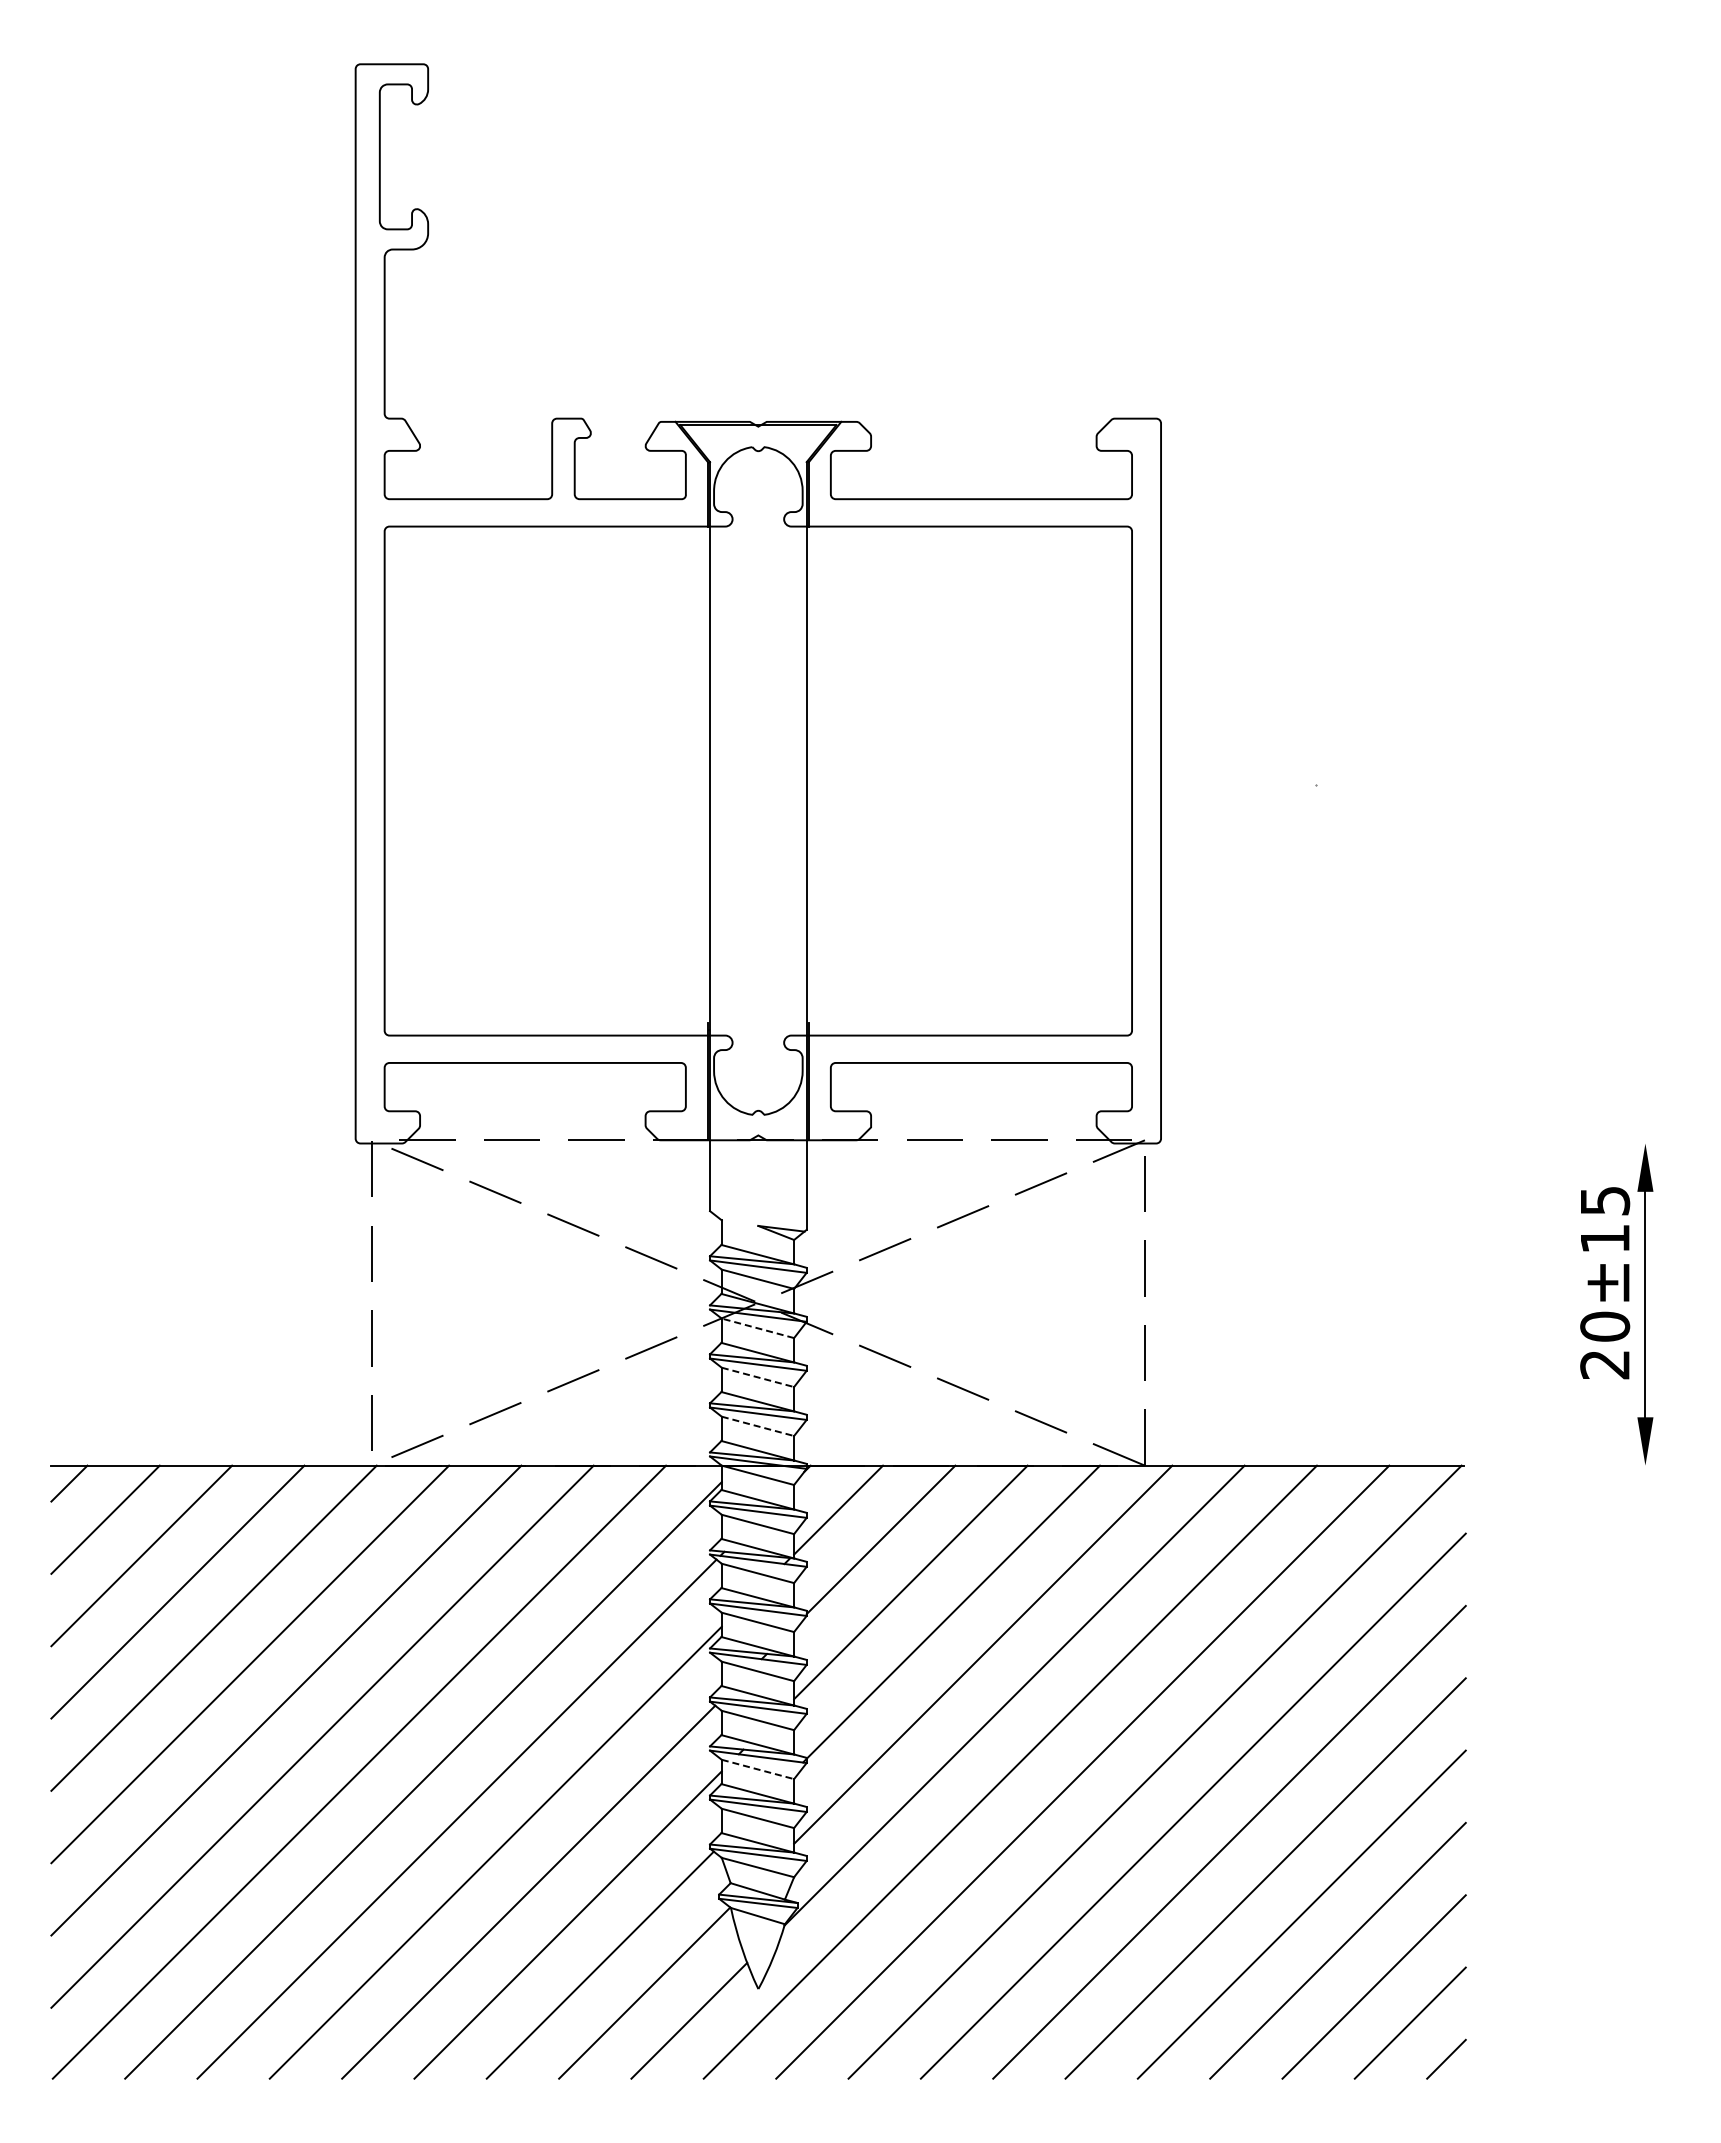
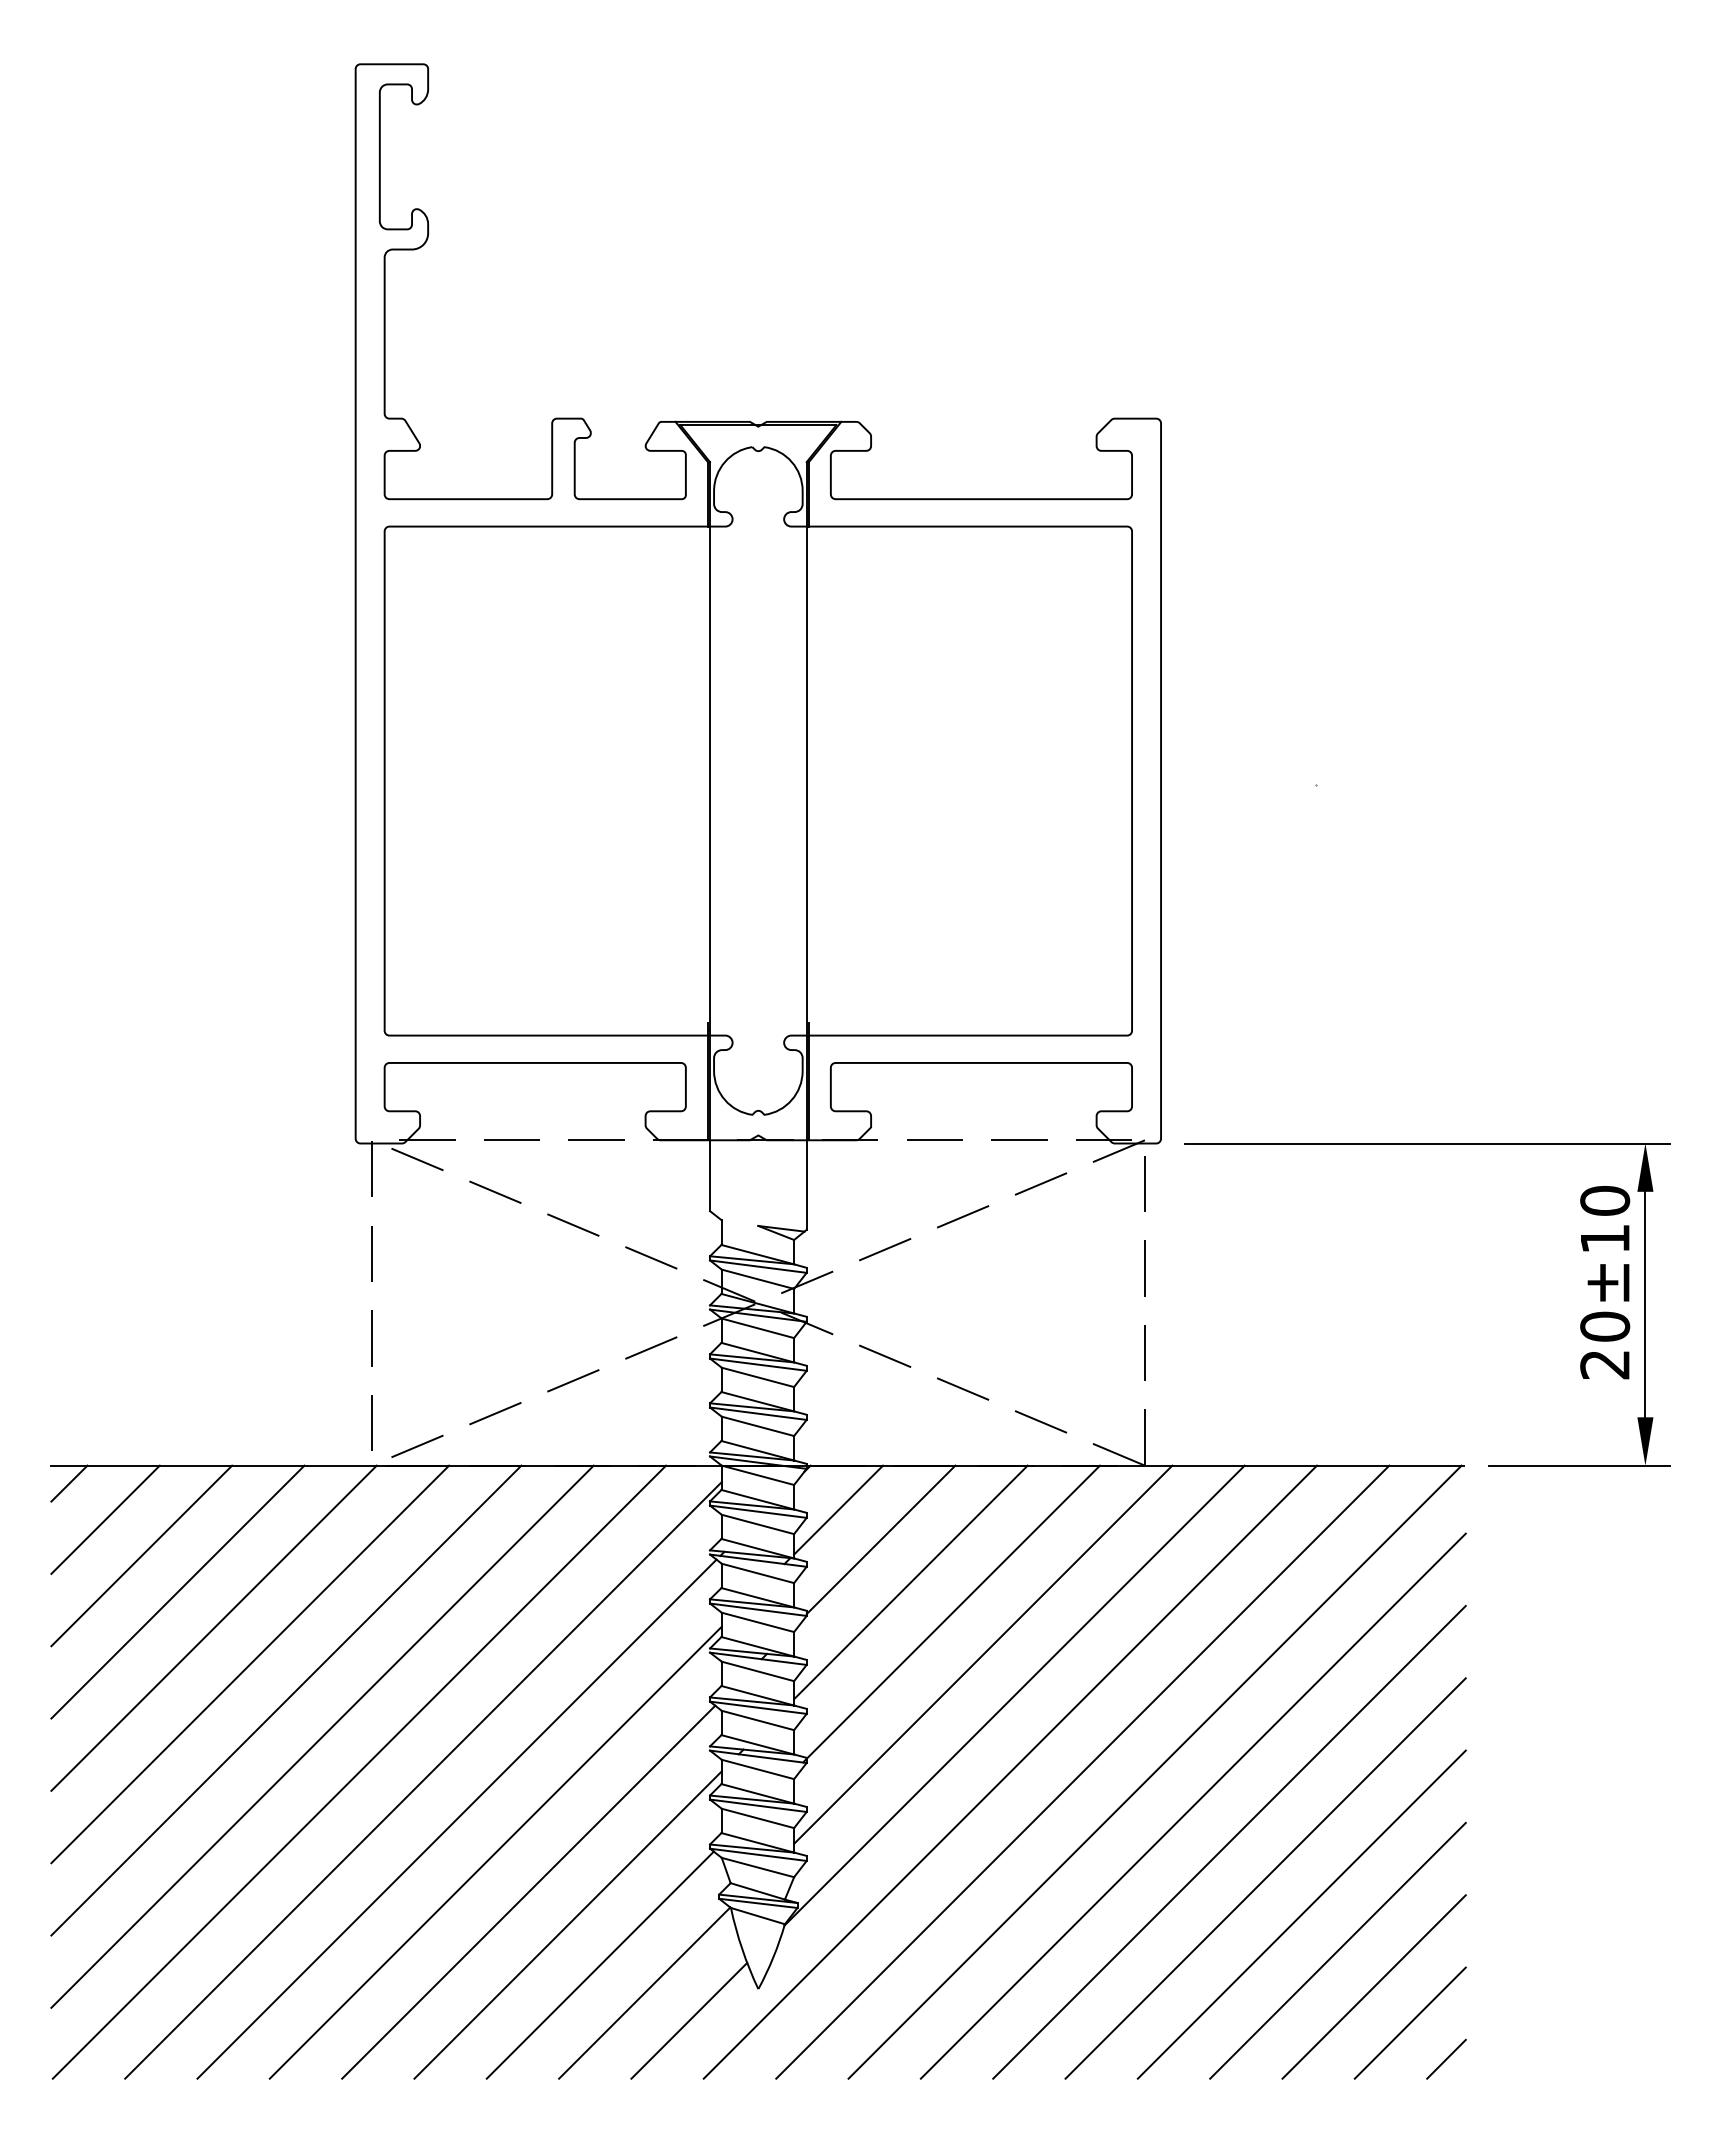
line at (1427, 1143): none -> present
text at (1605, 1200): 20±15 -> 20±10
line at (757, 1328): dashed -> solid
line at (758, 1377): dashed -> solid
line at (758, 1426): dashed -> solid
line at (1578, 1465): none -> present
line at (758, 1769): dashed -> solid
